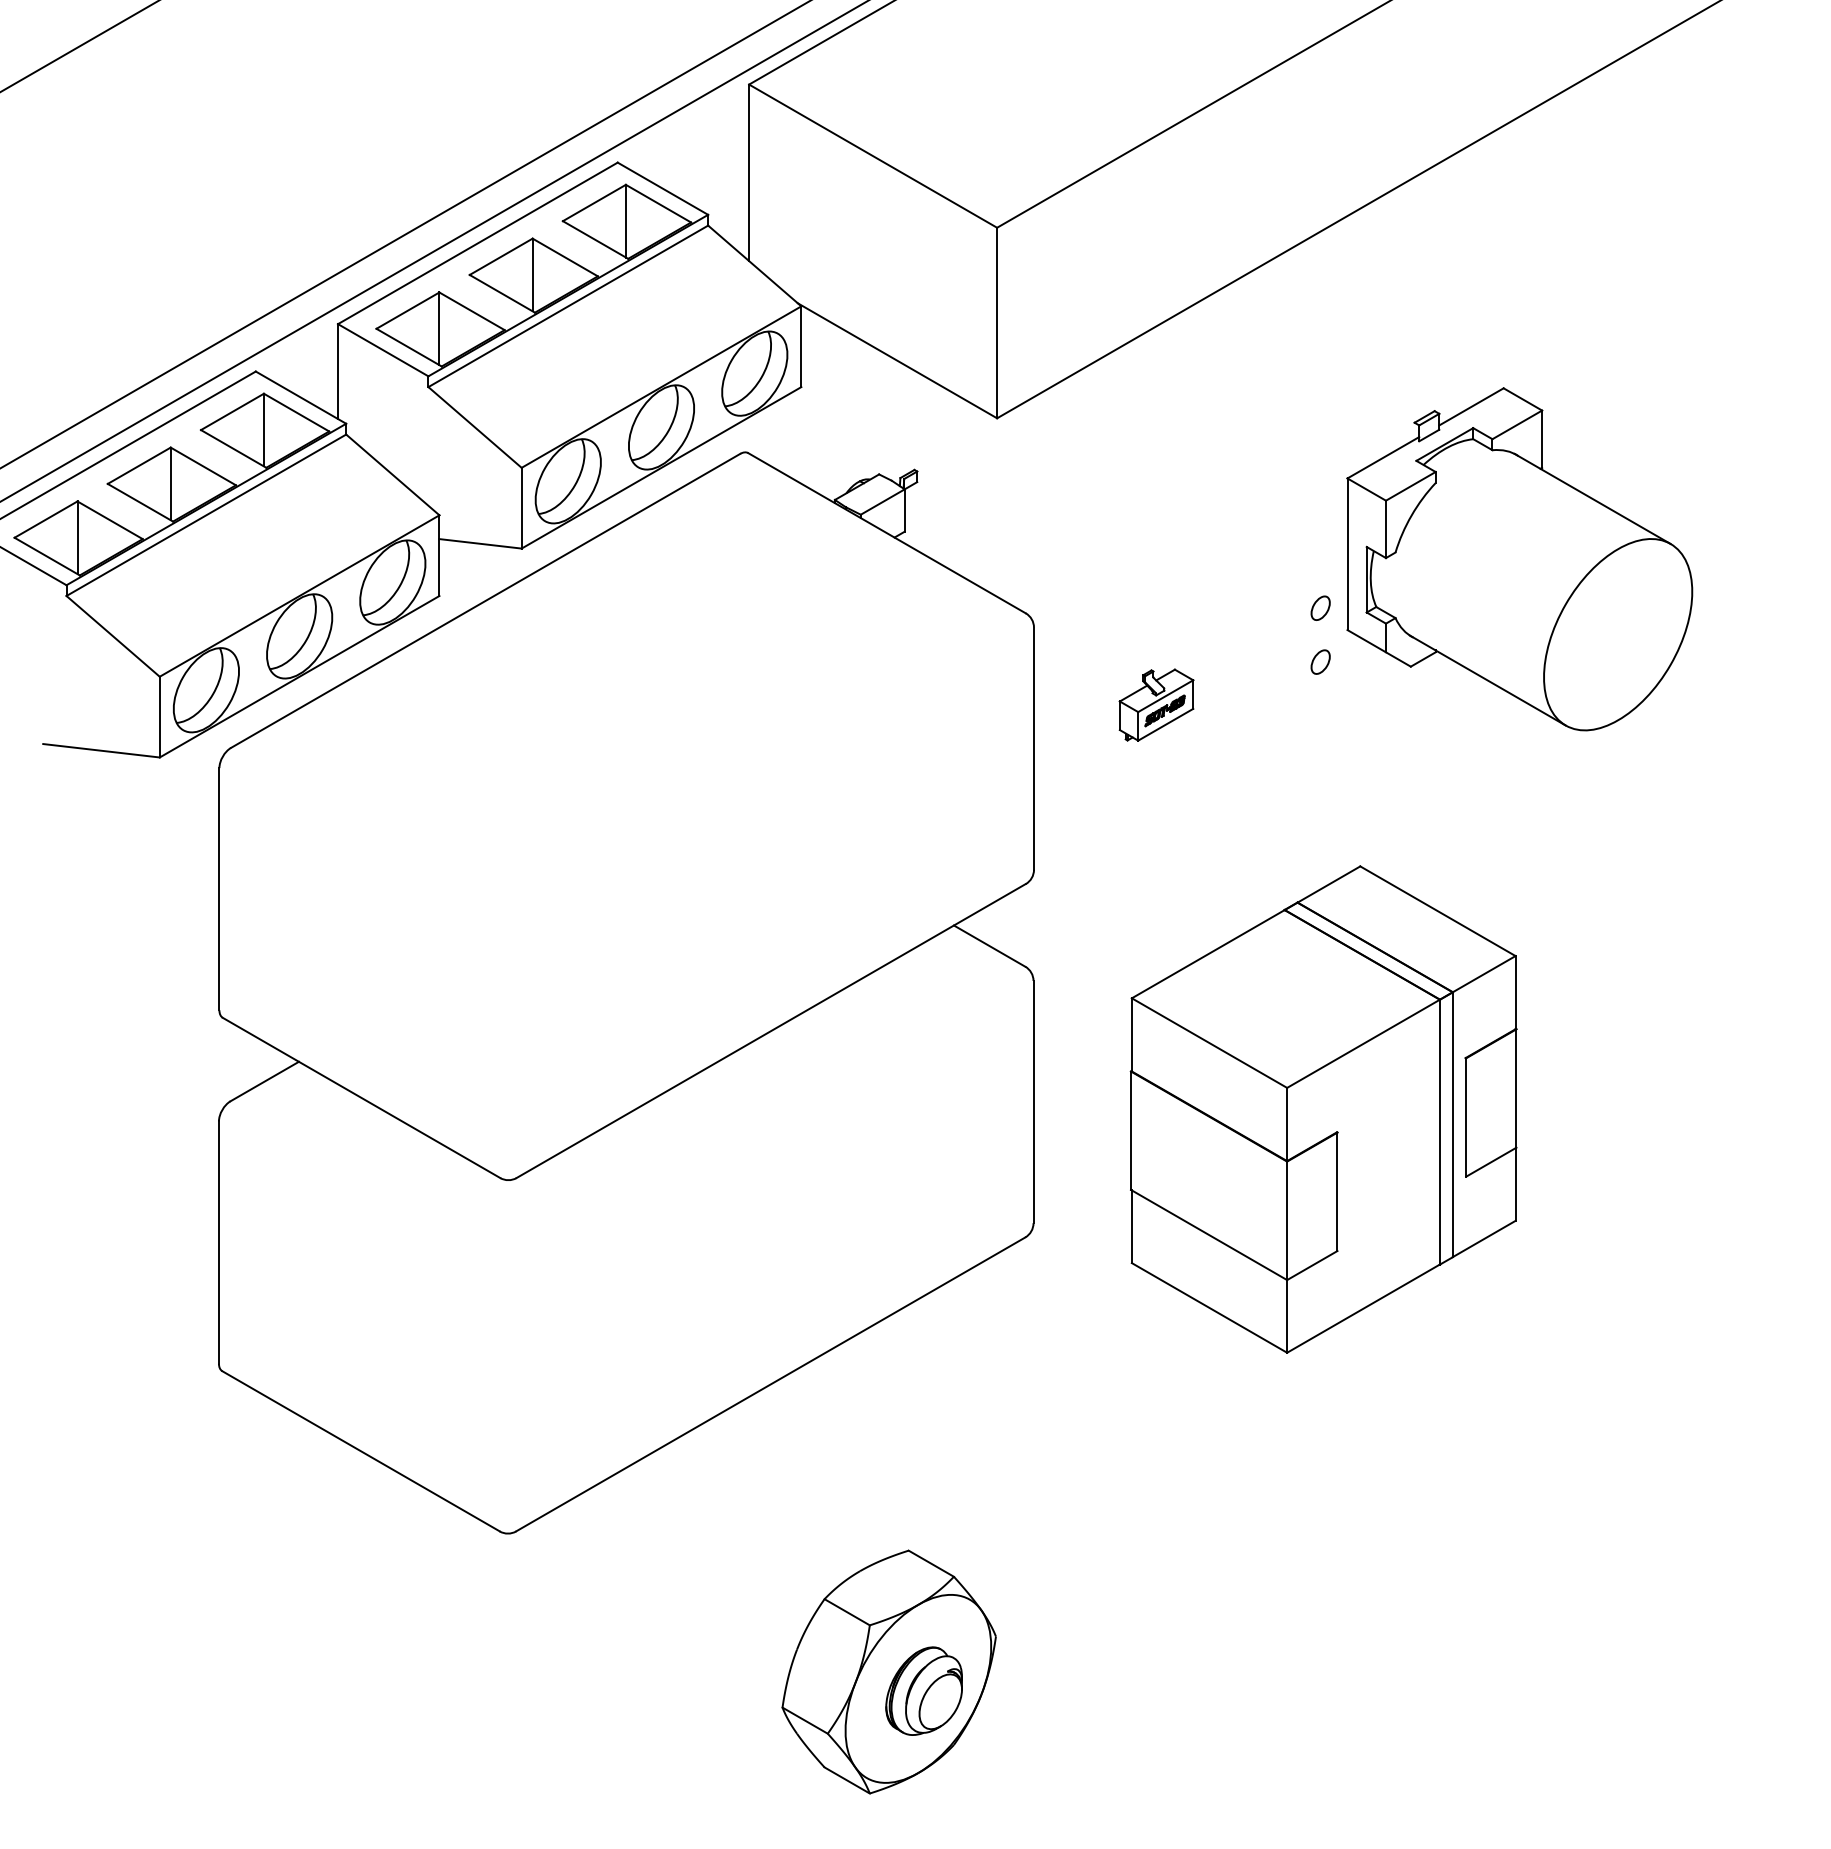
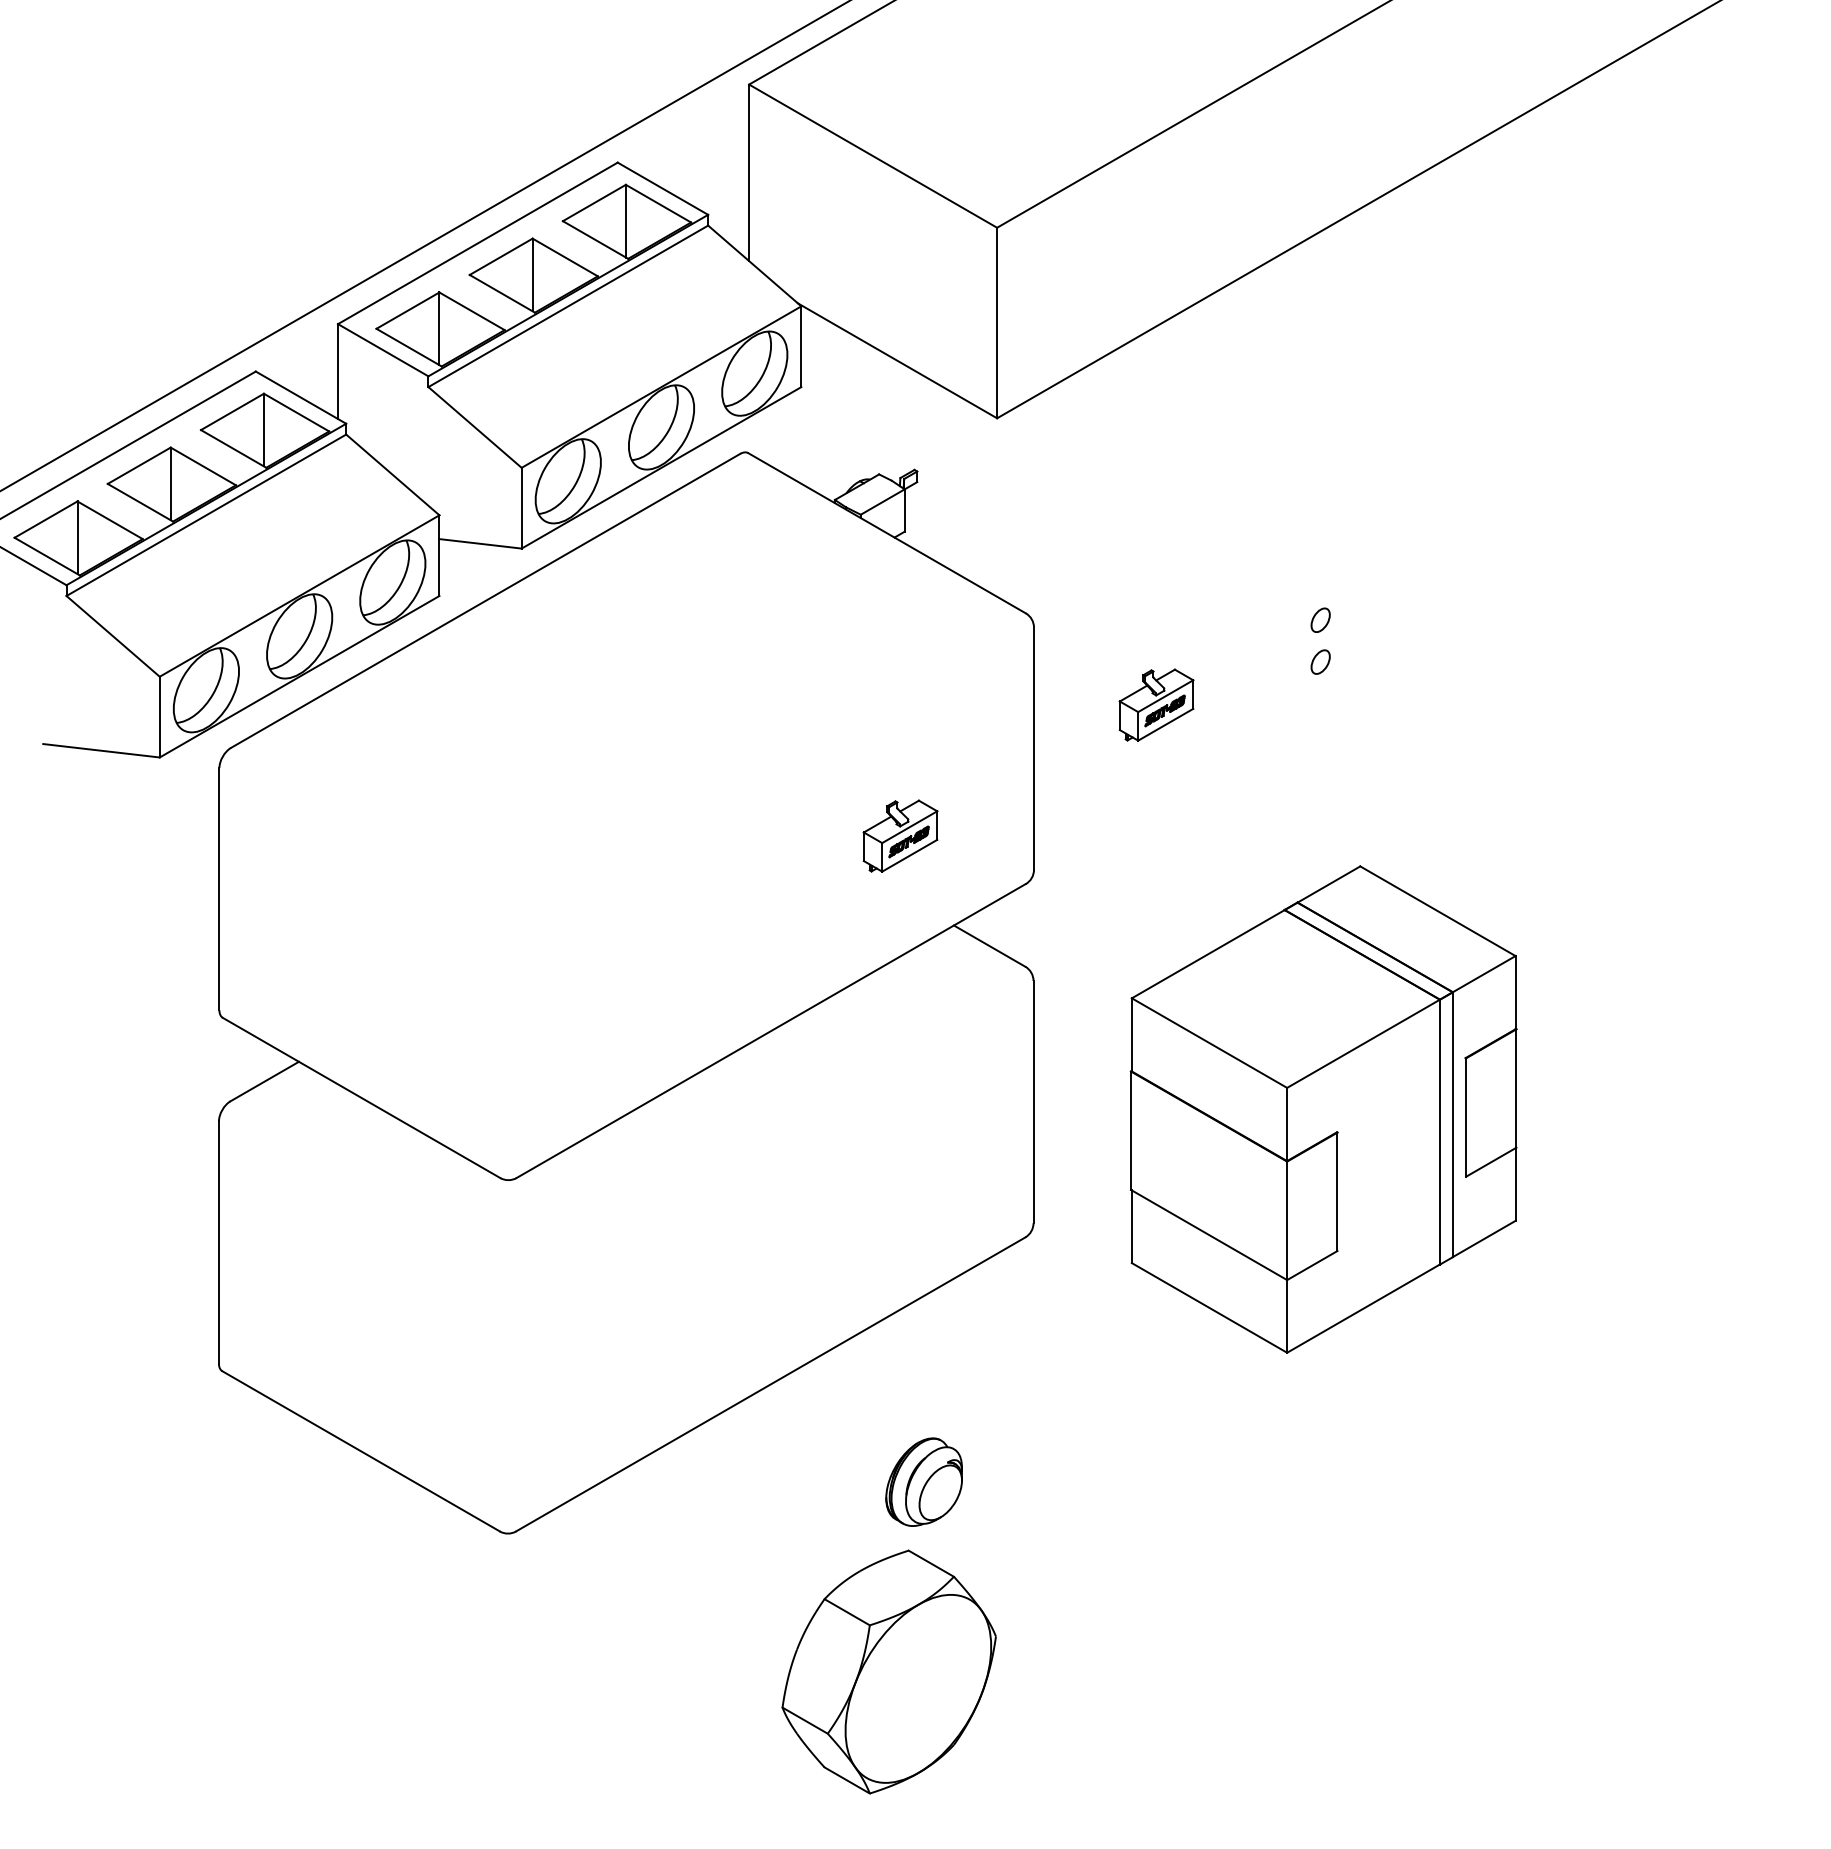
line at (78, 46): present -> none
line at (404, 234) position: (404, 234) -> (424, 246)
line at (433, 251): present -> none
part at (1519, 559): present -> none
part at (1320, 607) position: (1320, 607) -> (1320, 619)
part at (900, 835): none -> present
part at (923, 1690) position: (923, 1690) -> (923, 1481)
